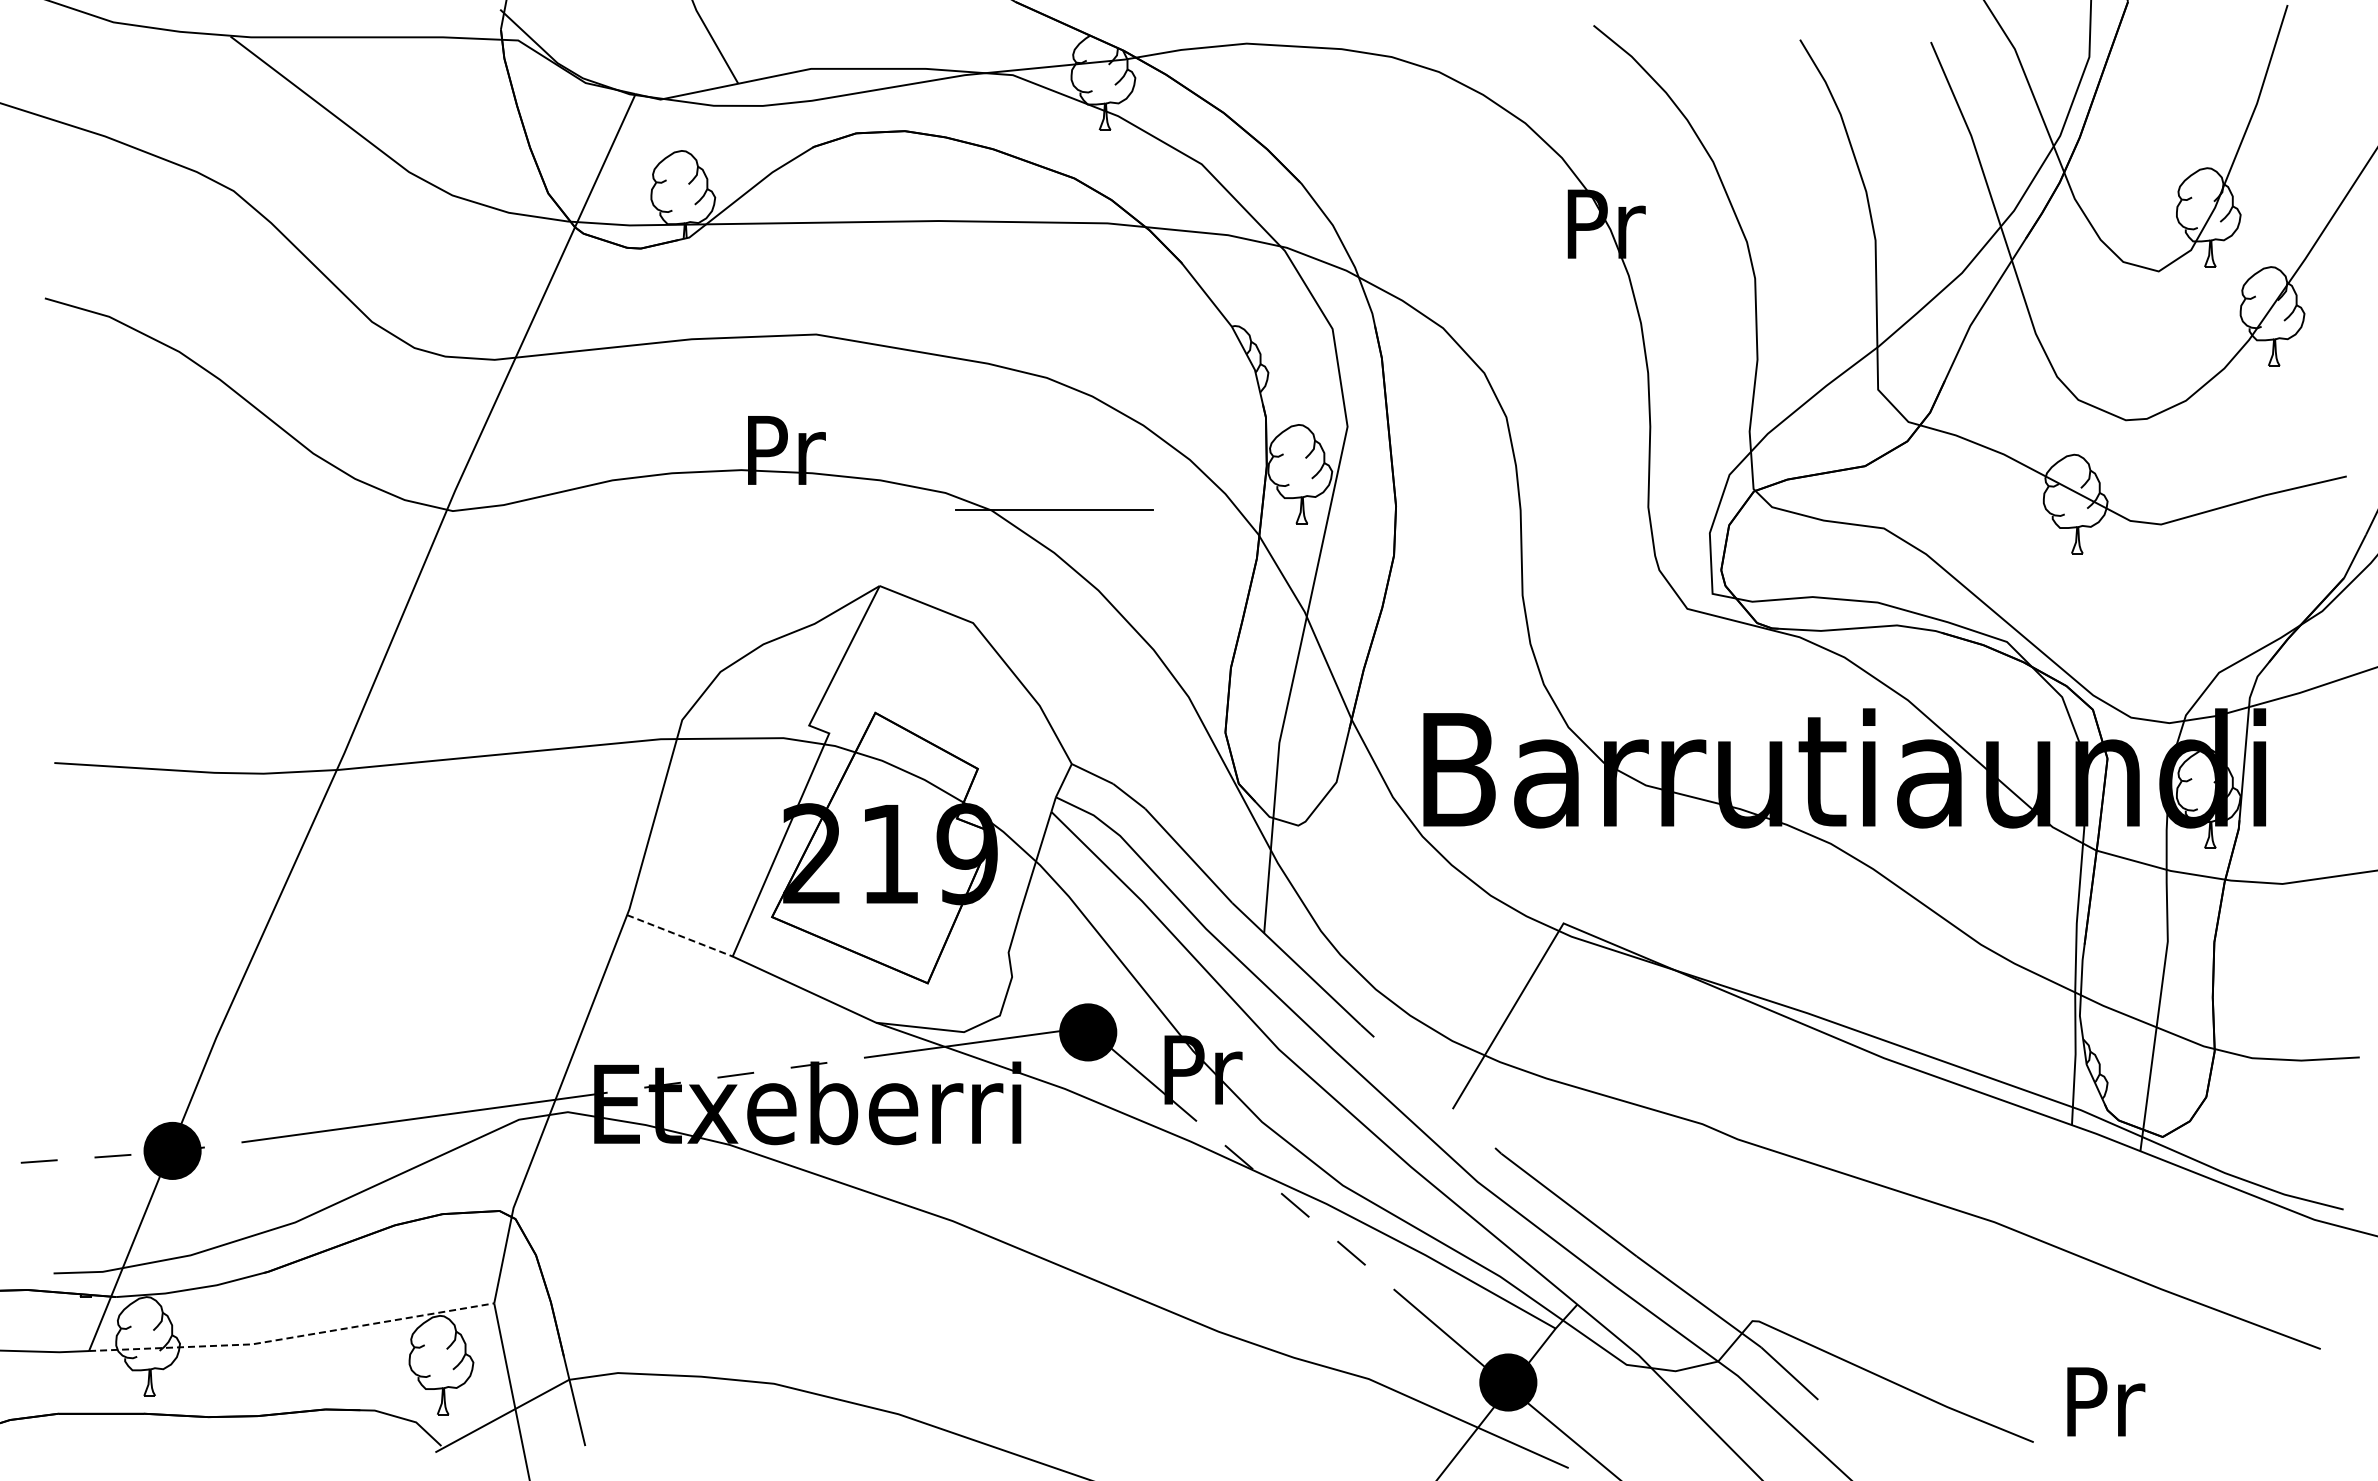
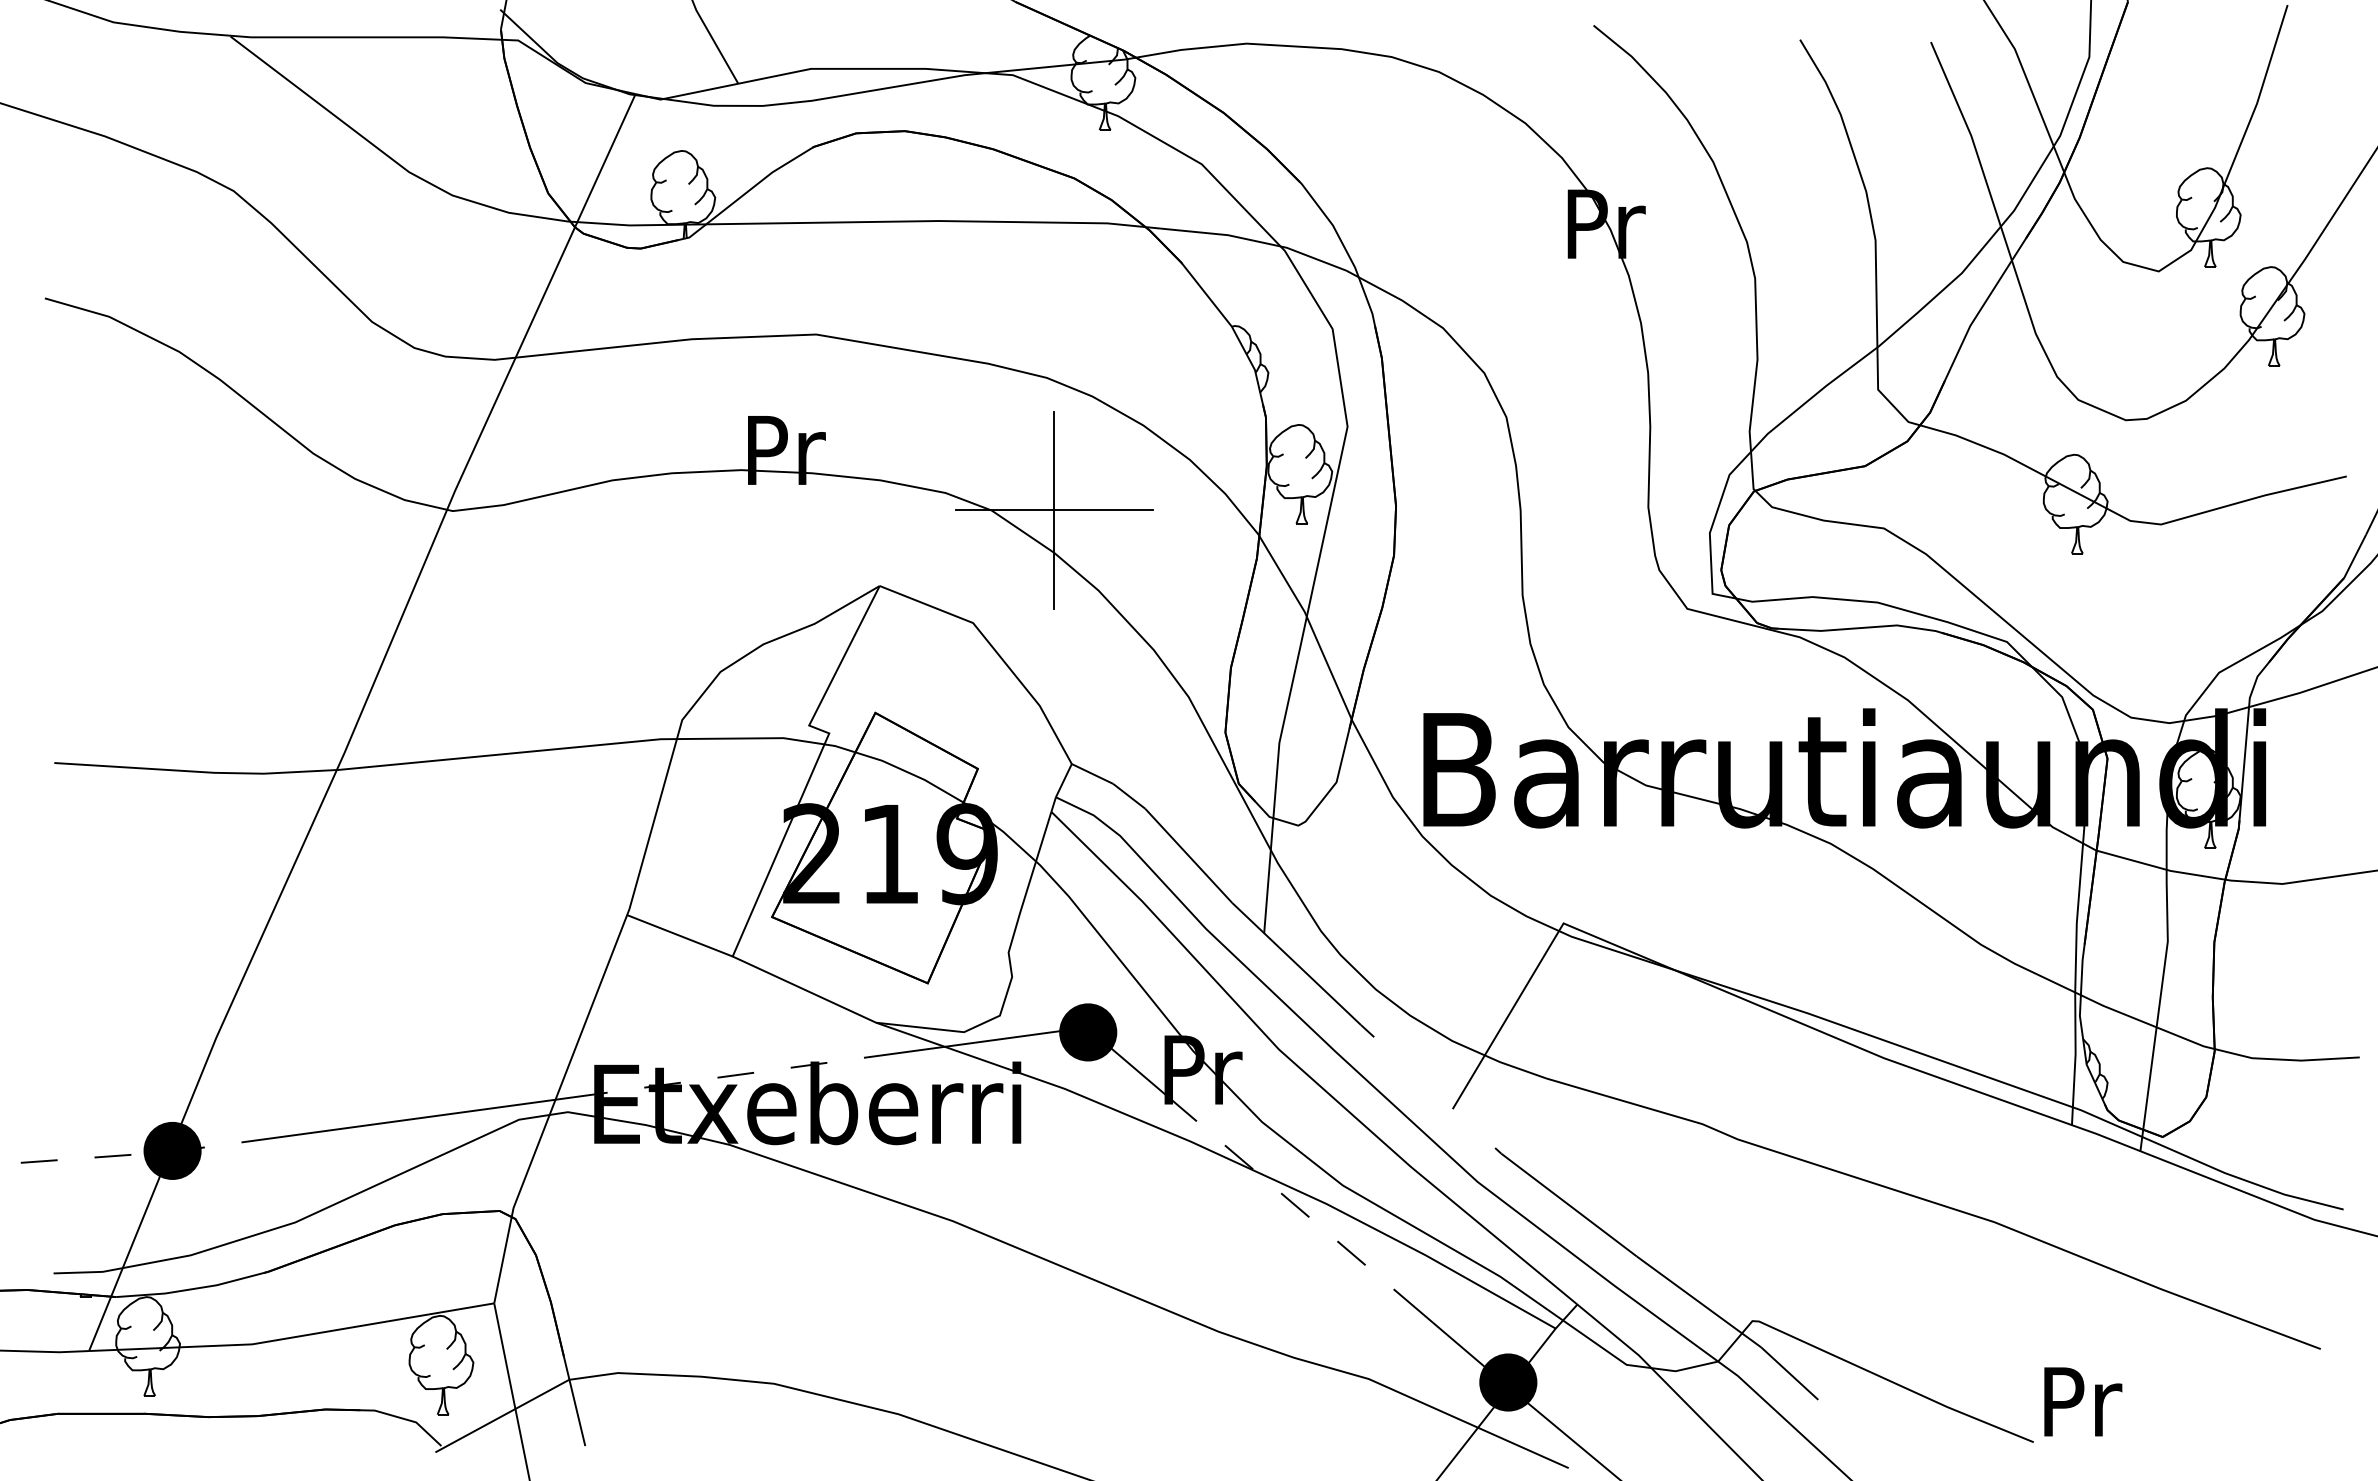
line at (1054, 509): none -> present
line at (679, 935): dashed -> solid
line at (292, 1337): dashed -> solid
text at (2106, 1401) position: (2106, 1401) -> (2083, 1401)
